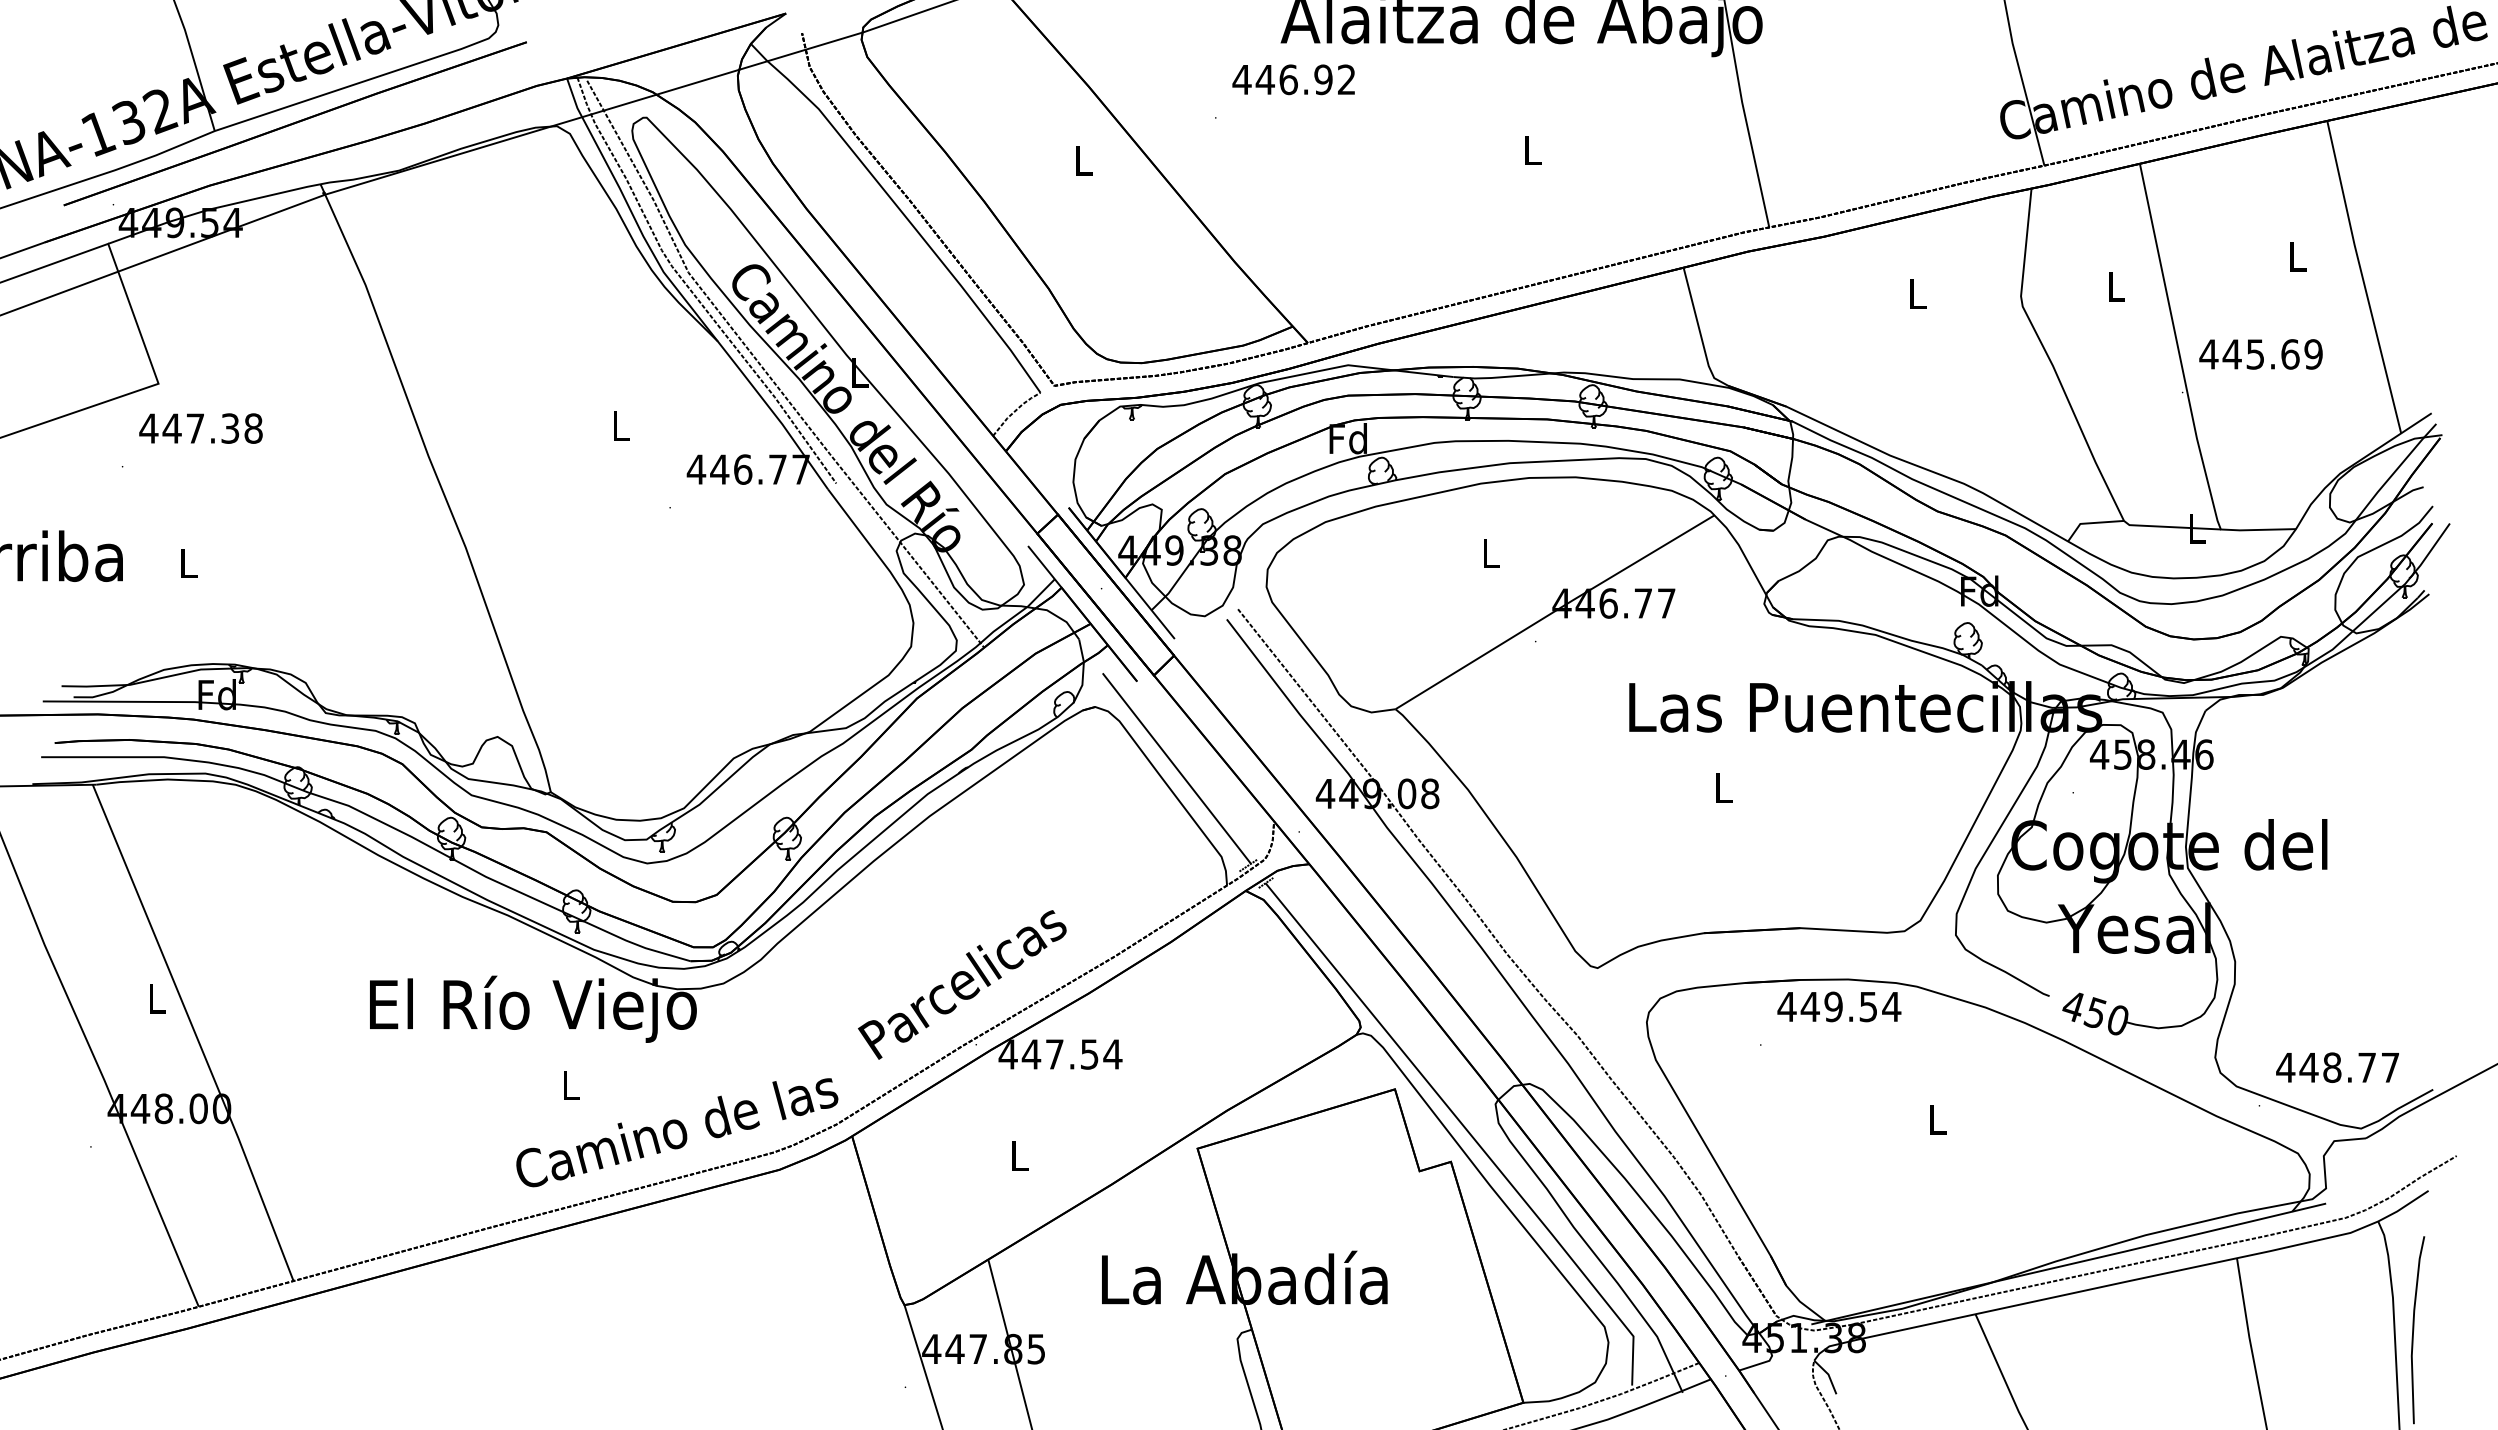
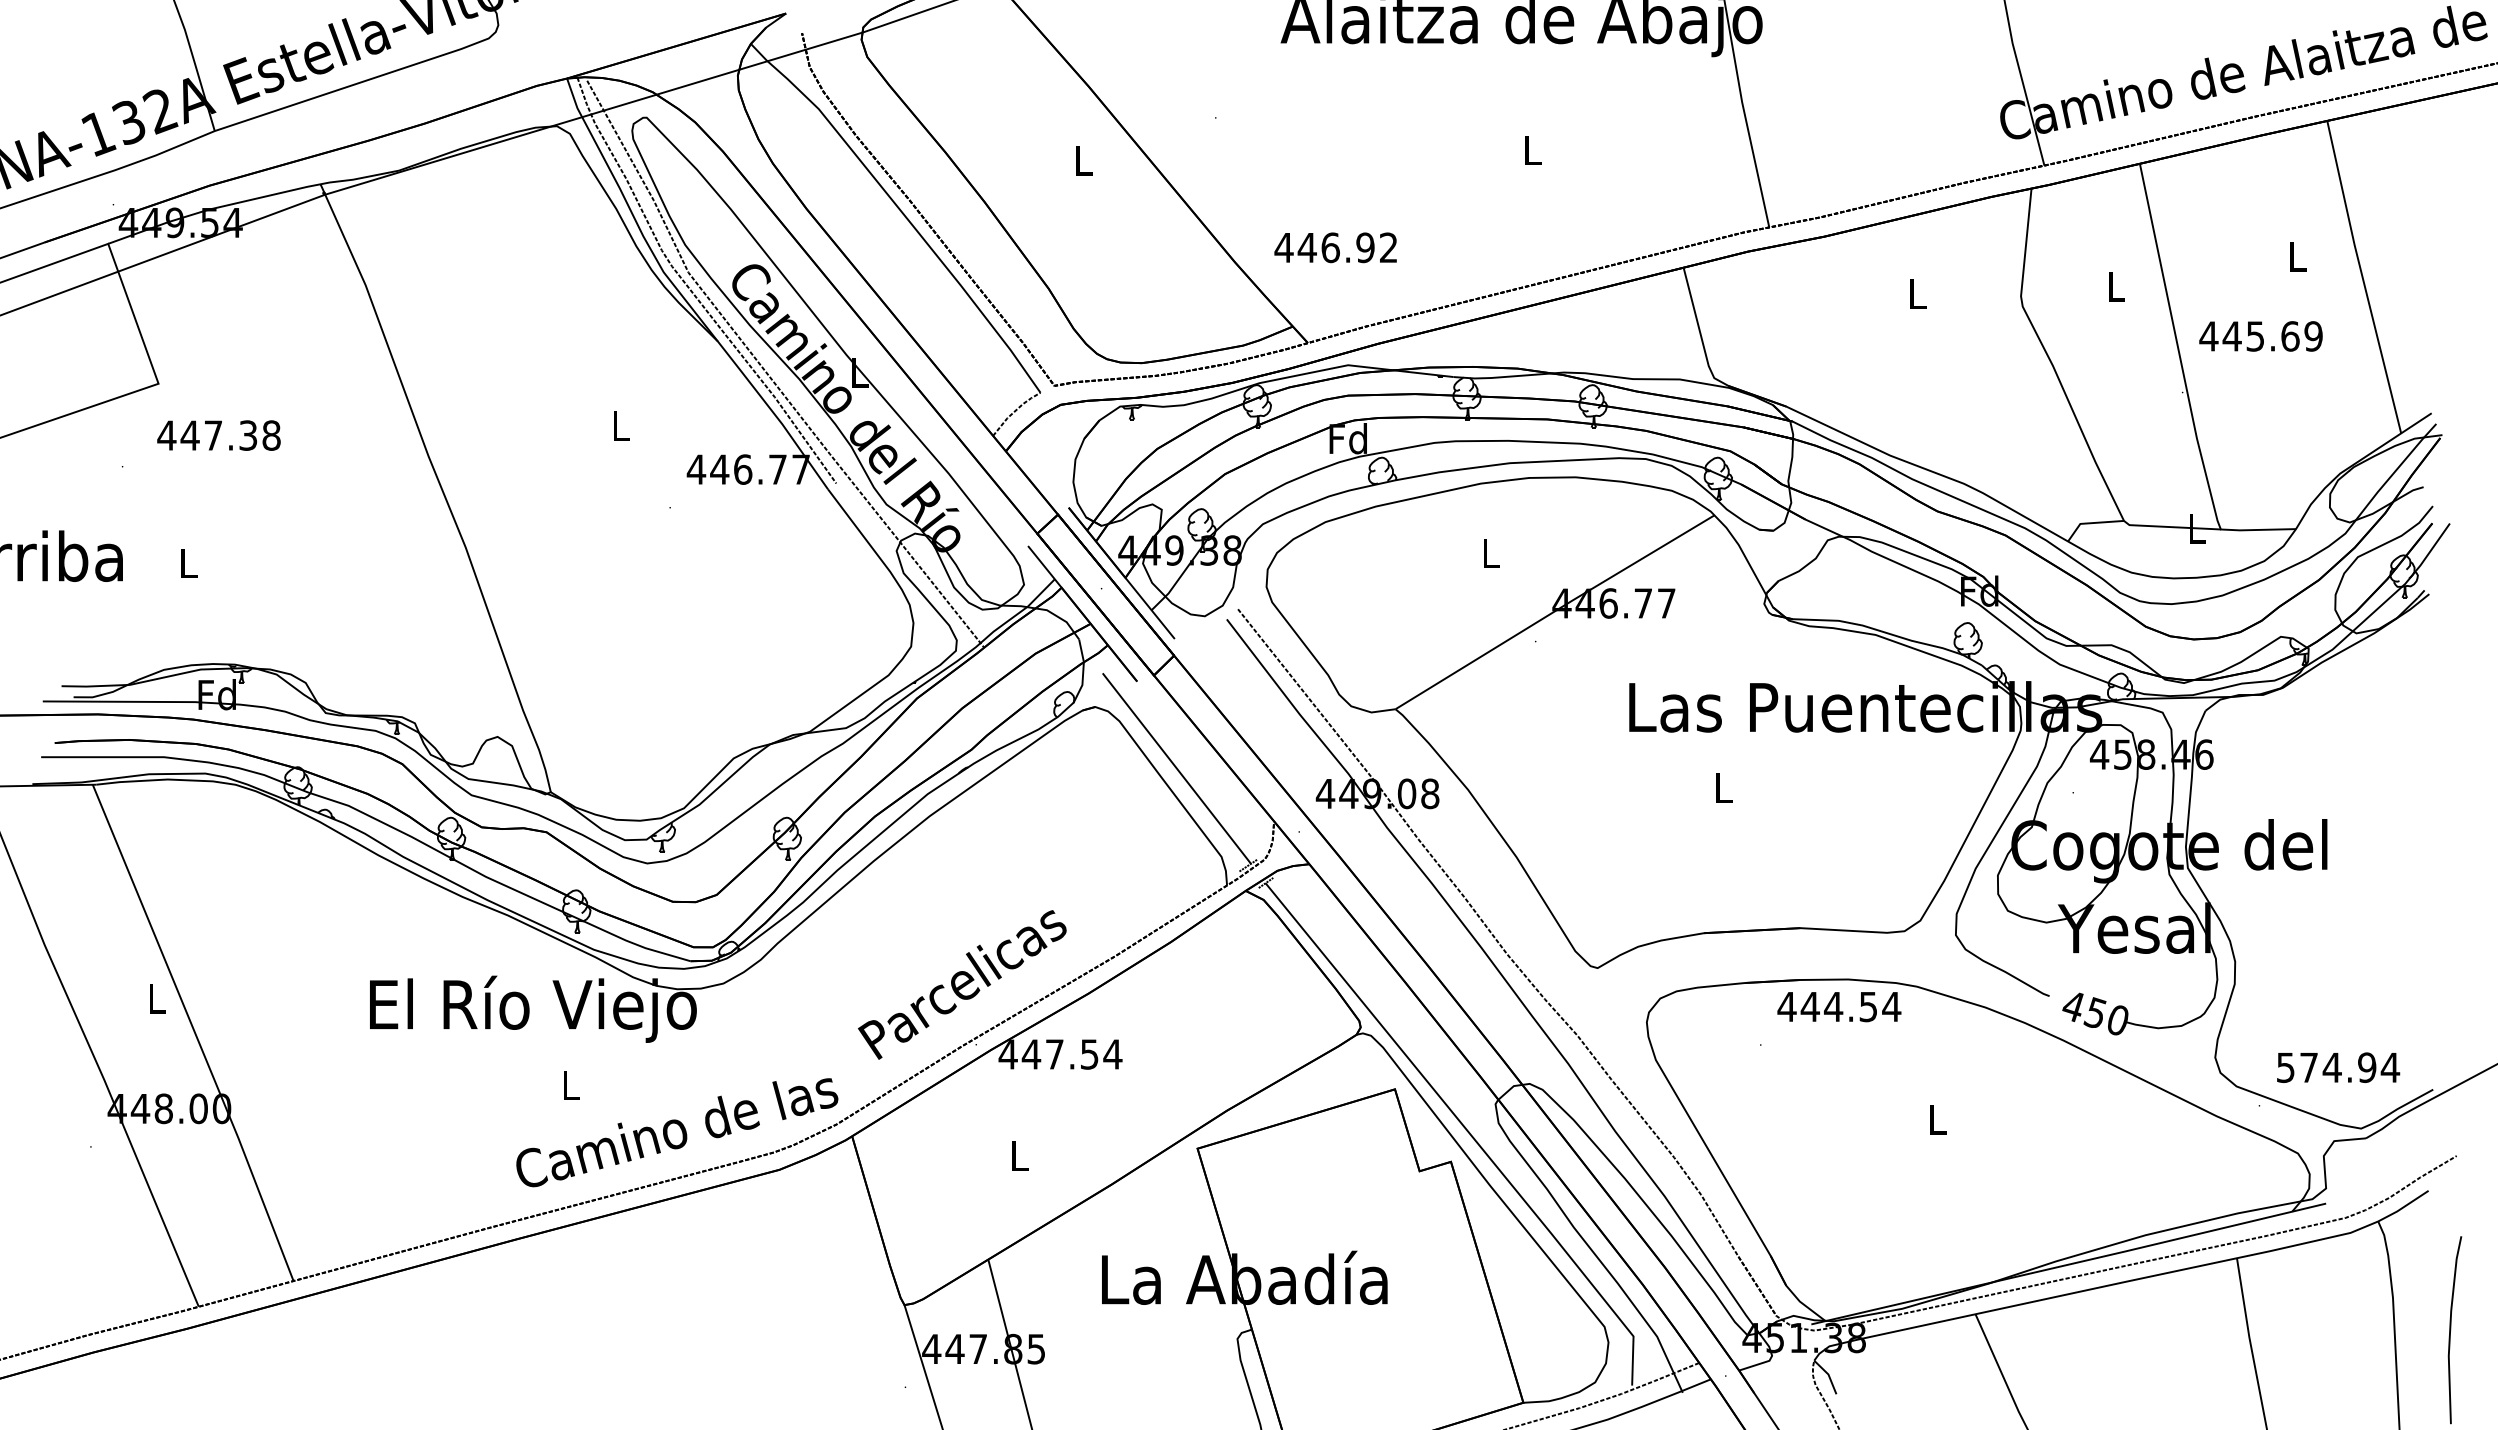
text at (1293, 79) position: (1293, 79) -> (1335, 247)
part at (294, 123): present -> none
text at (2260, 354) position: (2260, 354) -> (2260, 336)
text at (200, 428) position: (200, 428) -> (218, 435)
text at (1833, 1006): 449.54 -> 444.54
text at (2338, 1067): 448.77 -> 574.94
line at (2414, 1330) position: (2414, 1330) -> (2451, 1330)
